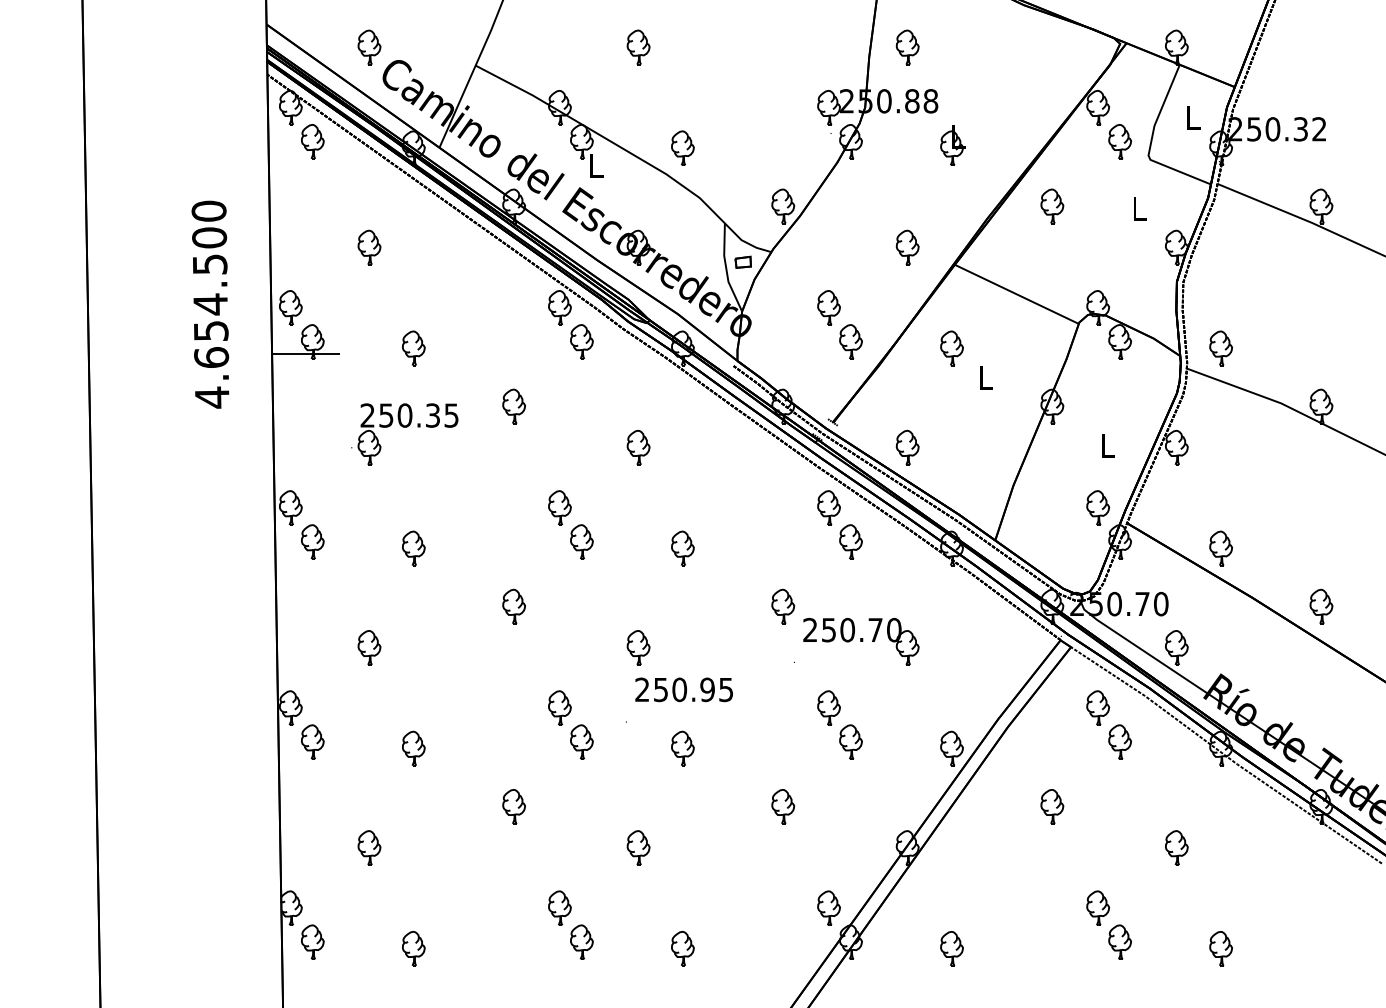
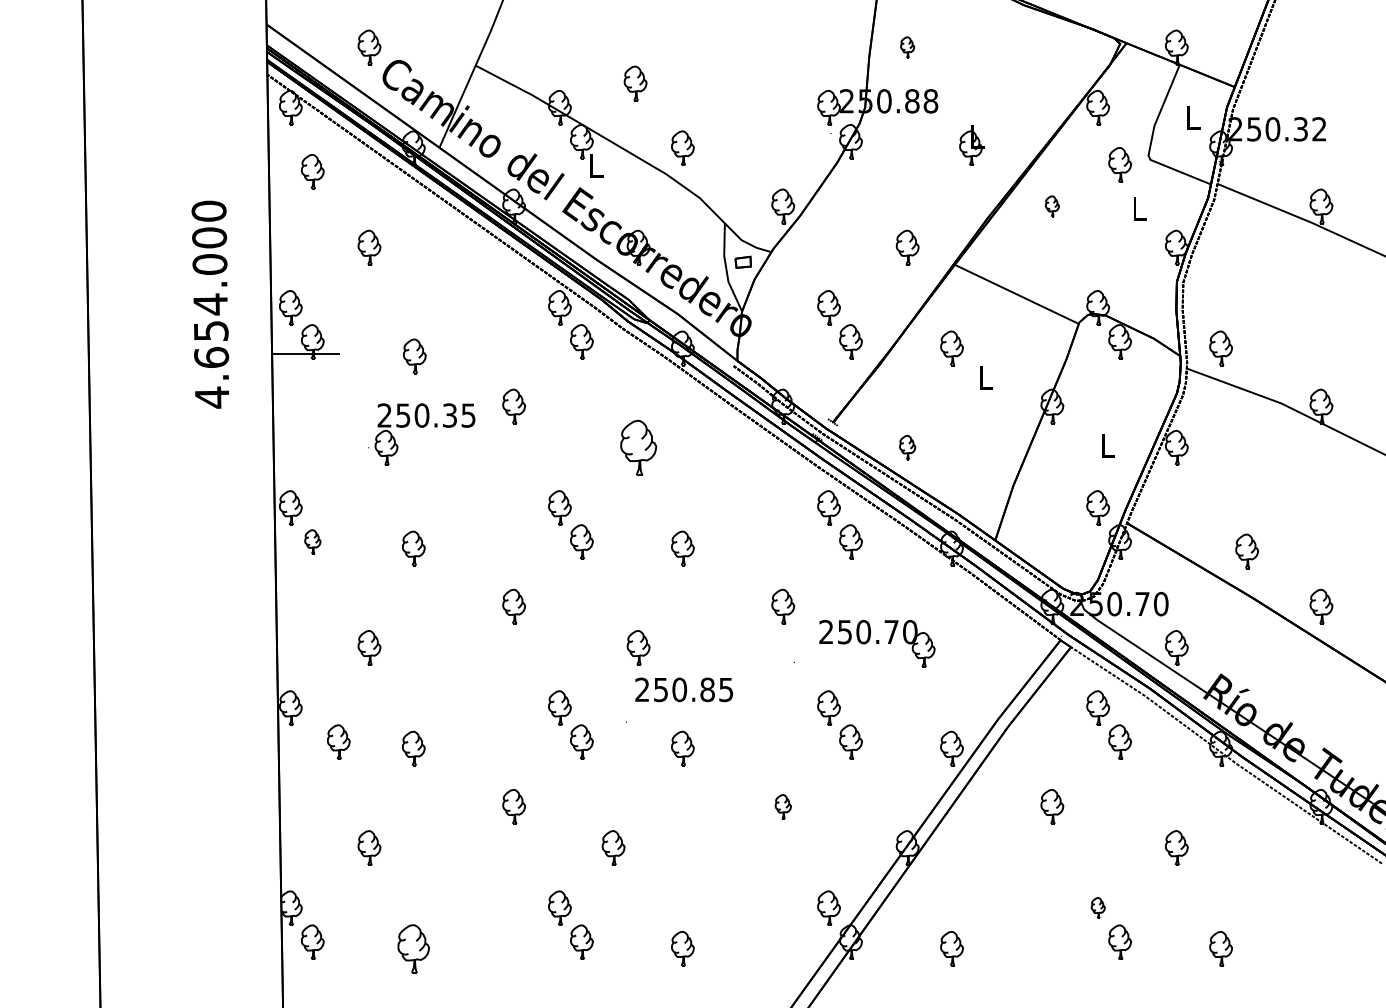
part at (638, 47) position: (638, 47) -> (635, 83)
part at (907, 47) size: 25x37 px -> 16x23 px
part at (312, 141) position: (312, 141) -> (312, 171)
part at (1119, 141) position: (1119, 141) -> (1119, 164)
part at (952, 145) position: (952, 145) -> (971, 145)
part at (1052, 206) size: 25x37 px -> 15x23 px
text at (209, 264): 4.654.500 -> 4.654.000
part at (413, 348) position: (413, 348) -> (414, 356)
part at (404, 427) position: (404, 427) -> (421, 427)
part at (638, 447) size: 25x37 px -> 38x57 px
part at (907, 447) size: 25x37 px -> 18x27 px
part at (312, 541) size: 24x36 px -> 18x26 px
part at (1220, 548) position: (1220, 548) -> (1246, 551)
part at (861, 641) position: (861, 641) -> (877, 643)
text at (707, 689): 250.95 -> 250.85
part at (312, 741) position: (312, 741) -> (338, 741)
part at (783, 806) size: 25x36 px -> 18x26 px
part at (638, 847) position: (638, 847) -> (613, 847)
part at (1098, 907) size: 25x36 px -> 16x22 px
part at (413, 948) size: 24x37 px -> 33x50 px
